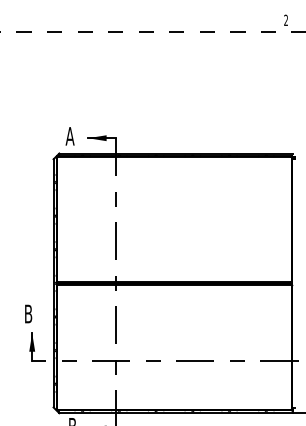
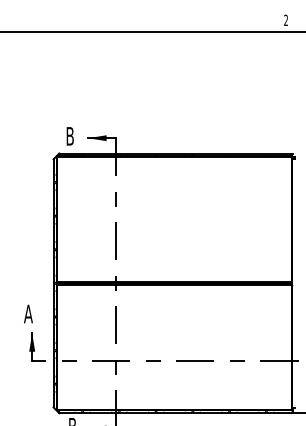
line at (153, 32): dashed -> solid
text at (69, 136): A -> B
text at (28, 313): B -> A
